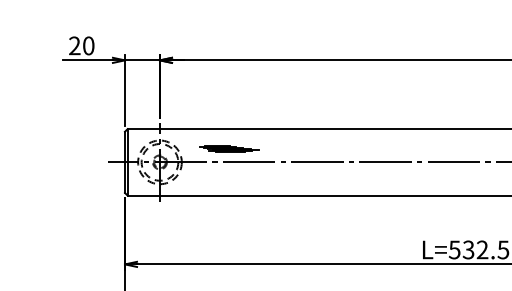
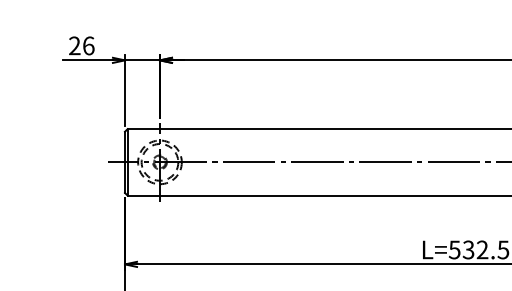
text at (88, 45): 20 -> 26
part at (229, 148): present -> none
